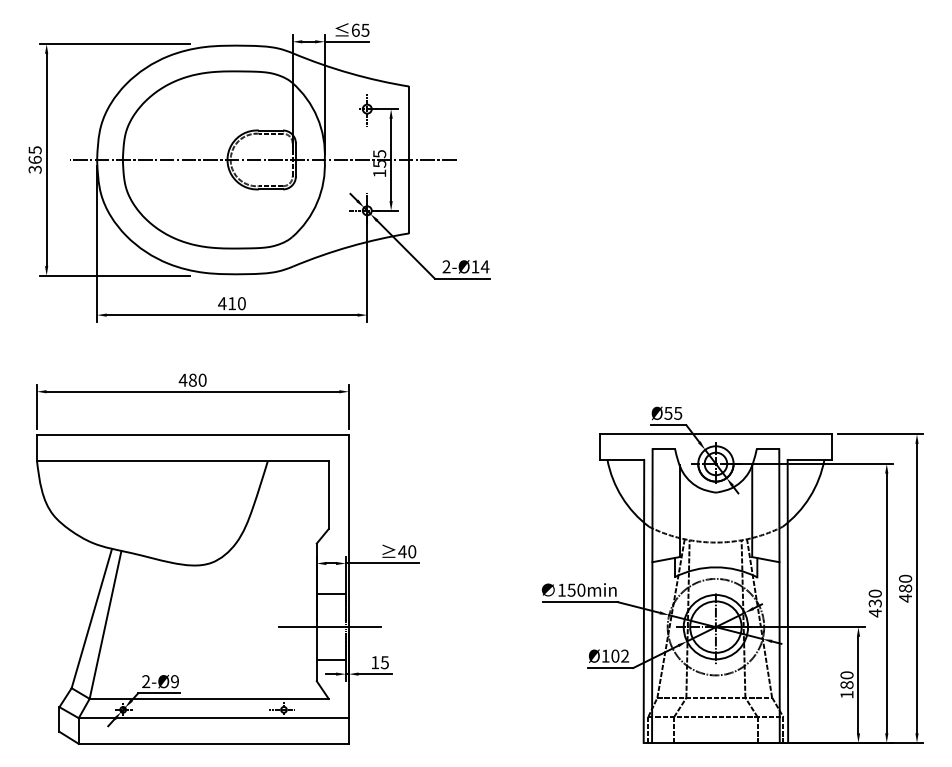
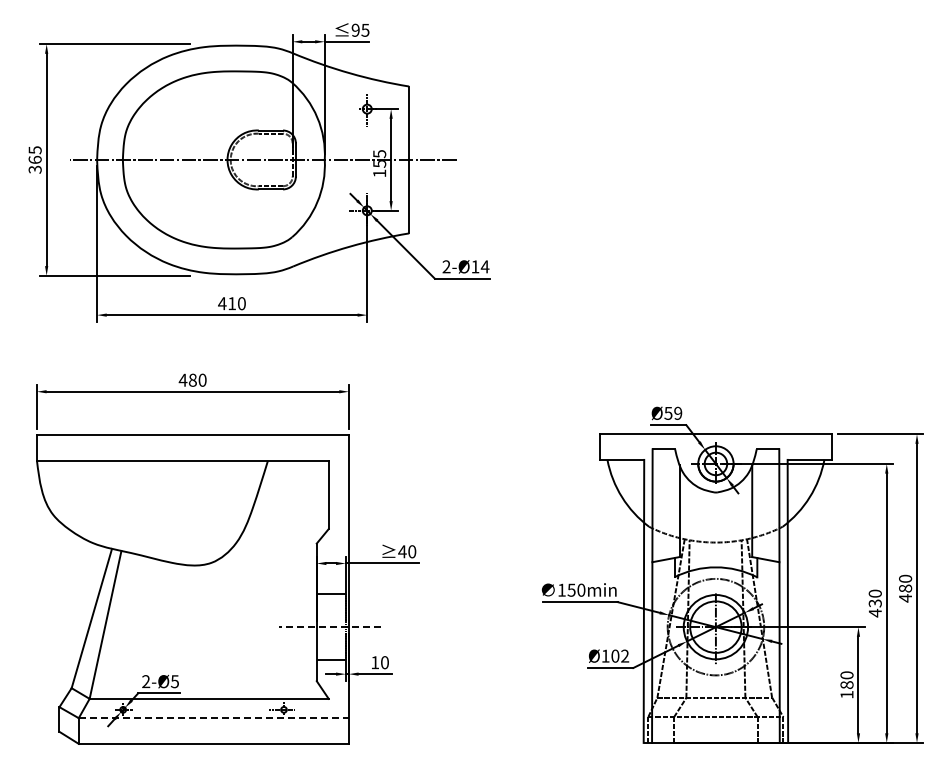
text at (355, 29): 65 -> 95
text at (678, 412): Ø55 -> Ø59
line at (329, 627): solid -> dashed
text at (384, 662): 15 -> 10
text at (174, 681): 2-Ø9 -> 2-Ø5
line at (214, 718): solid -> dashed
